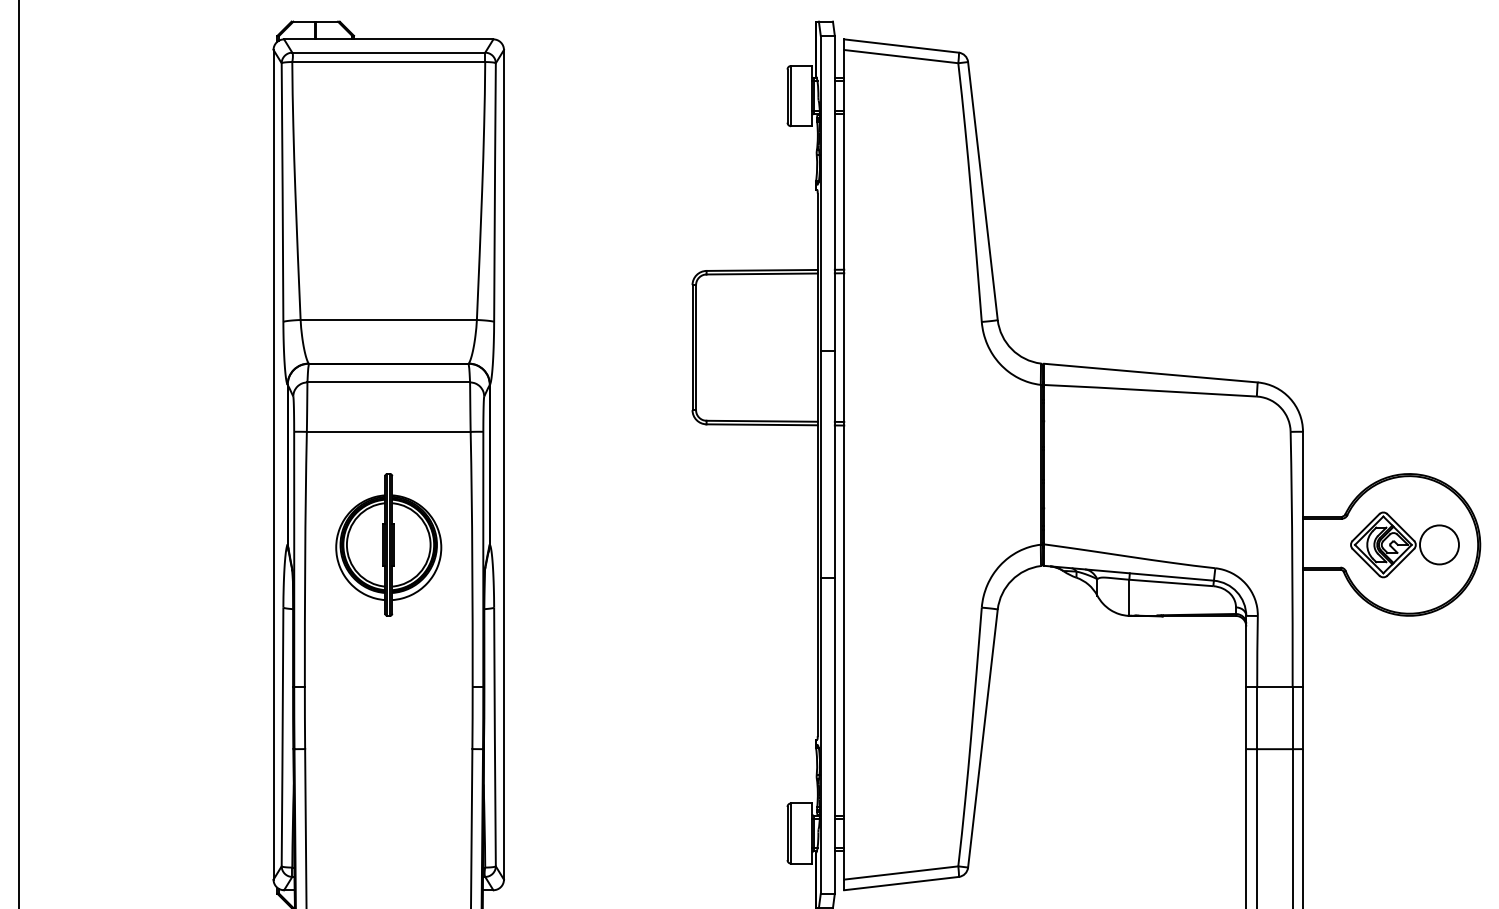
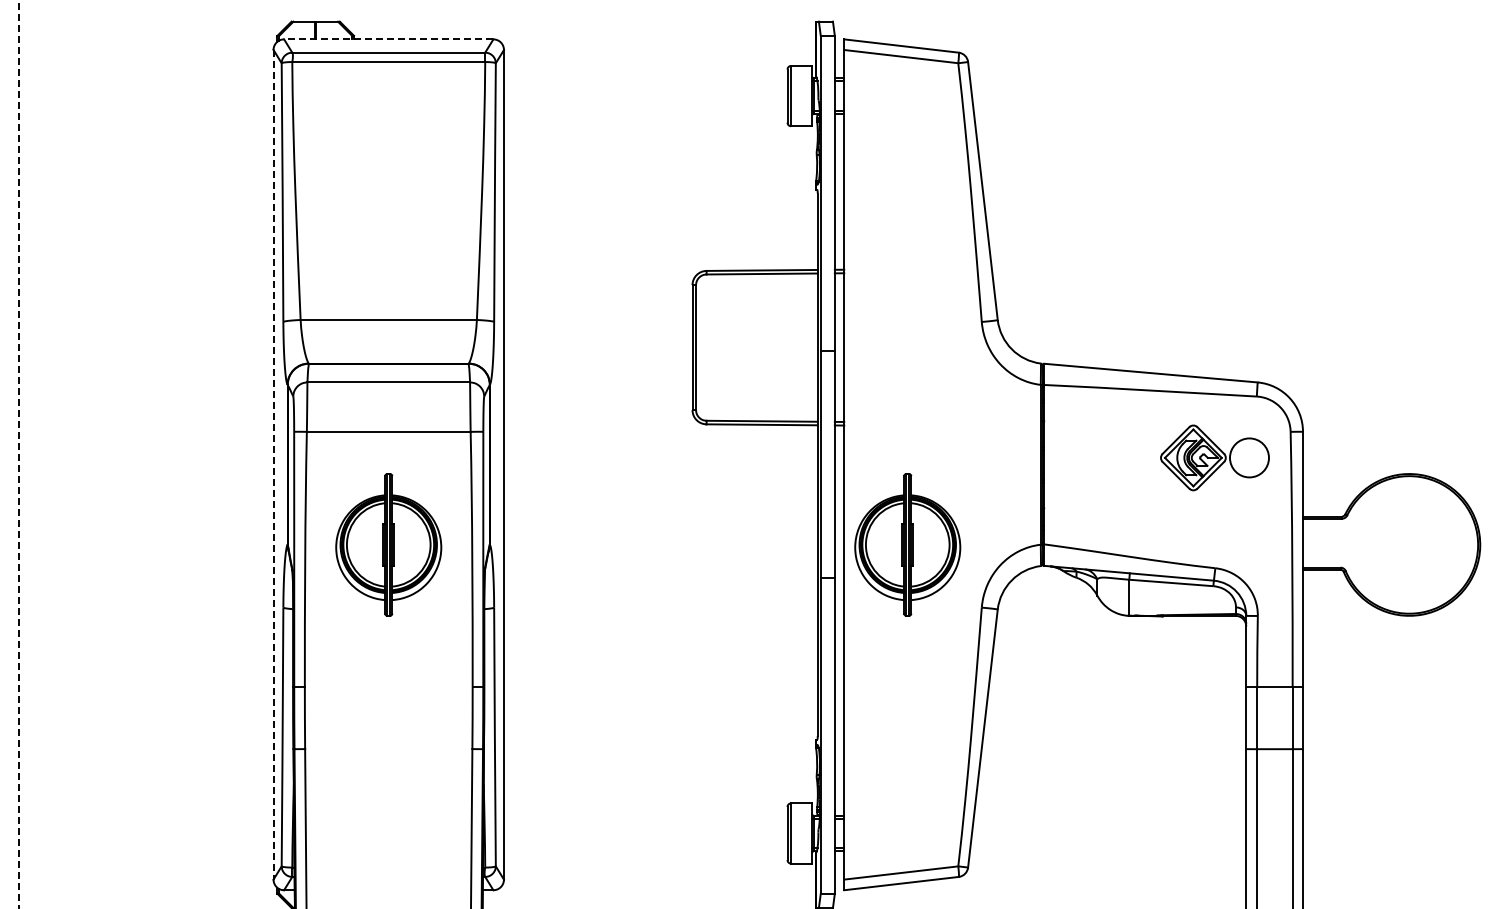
line at (388, 39): solid -> dashed
line at (18, 454): solid -> dashed
line at (273, 464): solid -> dashed
part at (907, 544): none -> present
part at (1404, 544) position: (1404, 544) -> (1214, 457)
